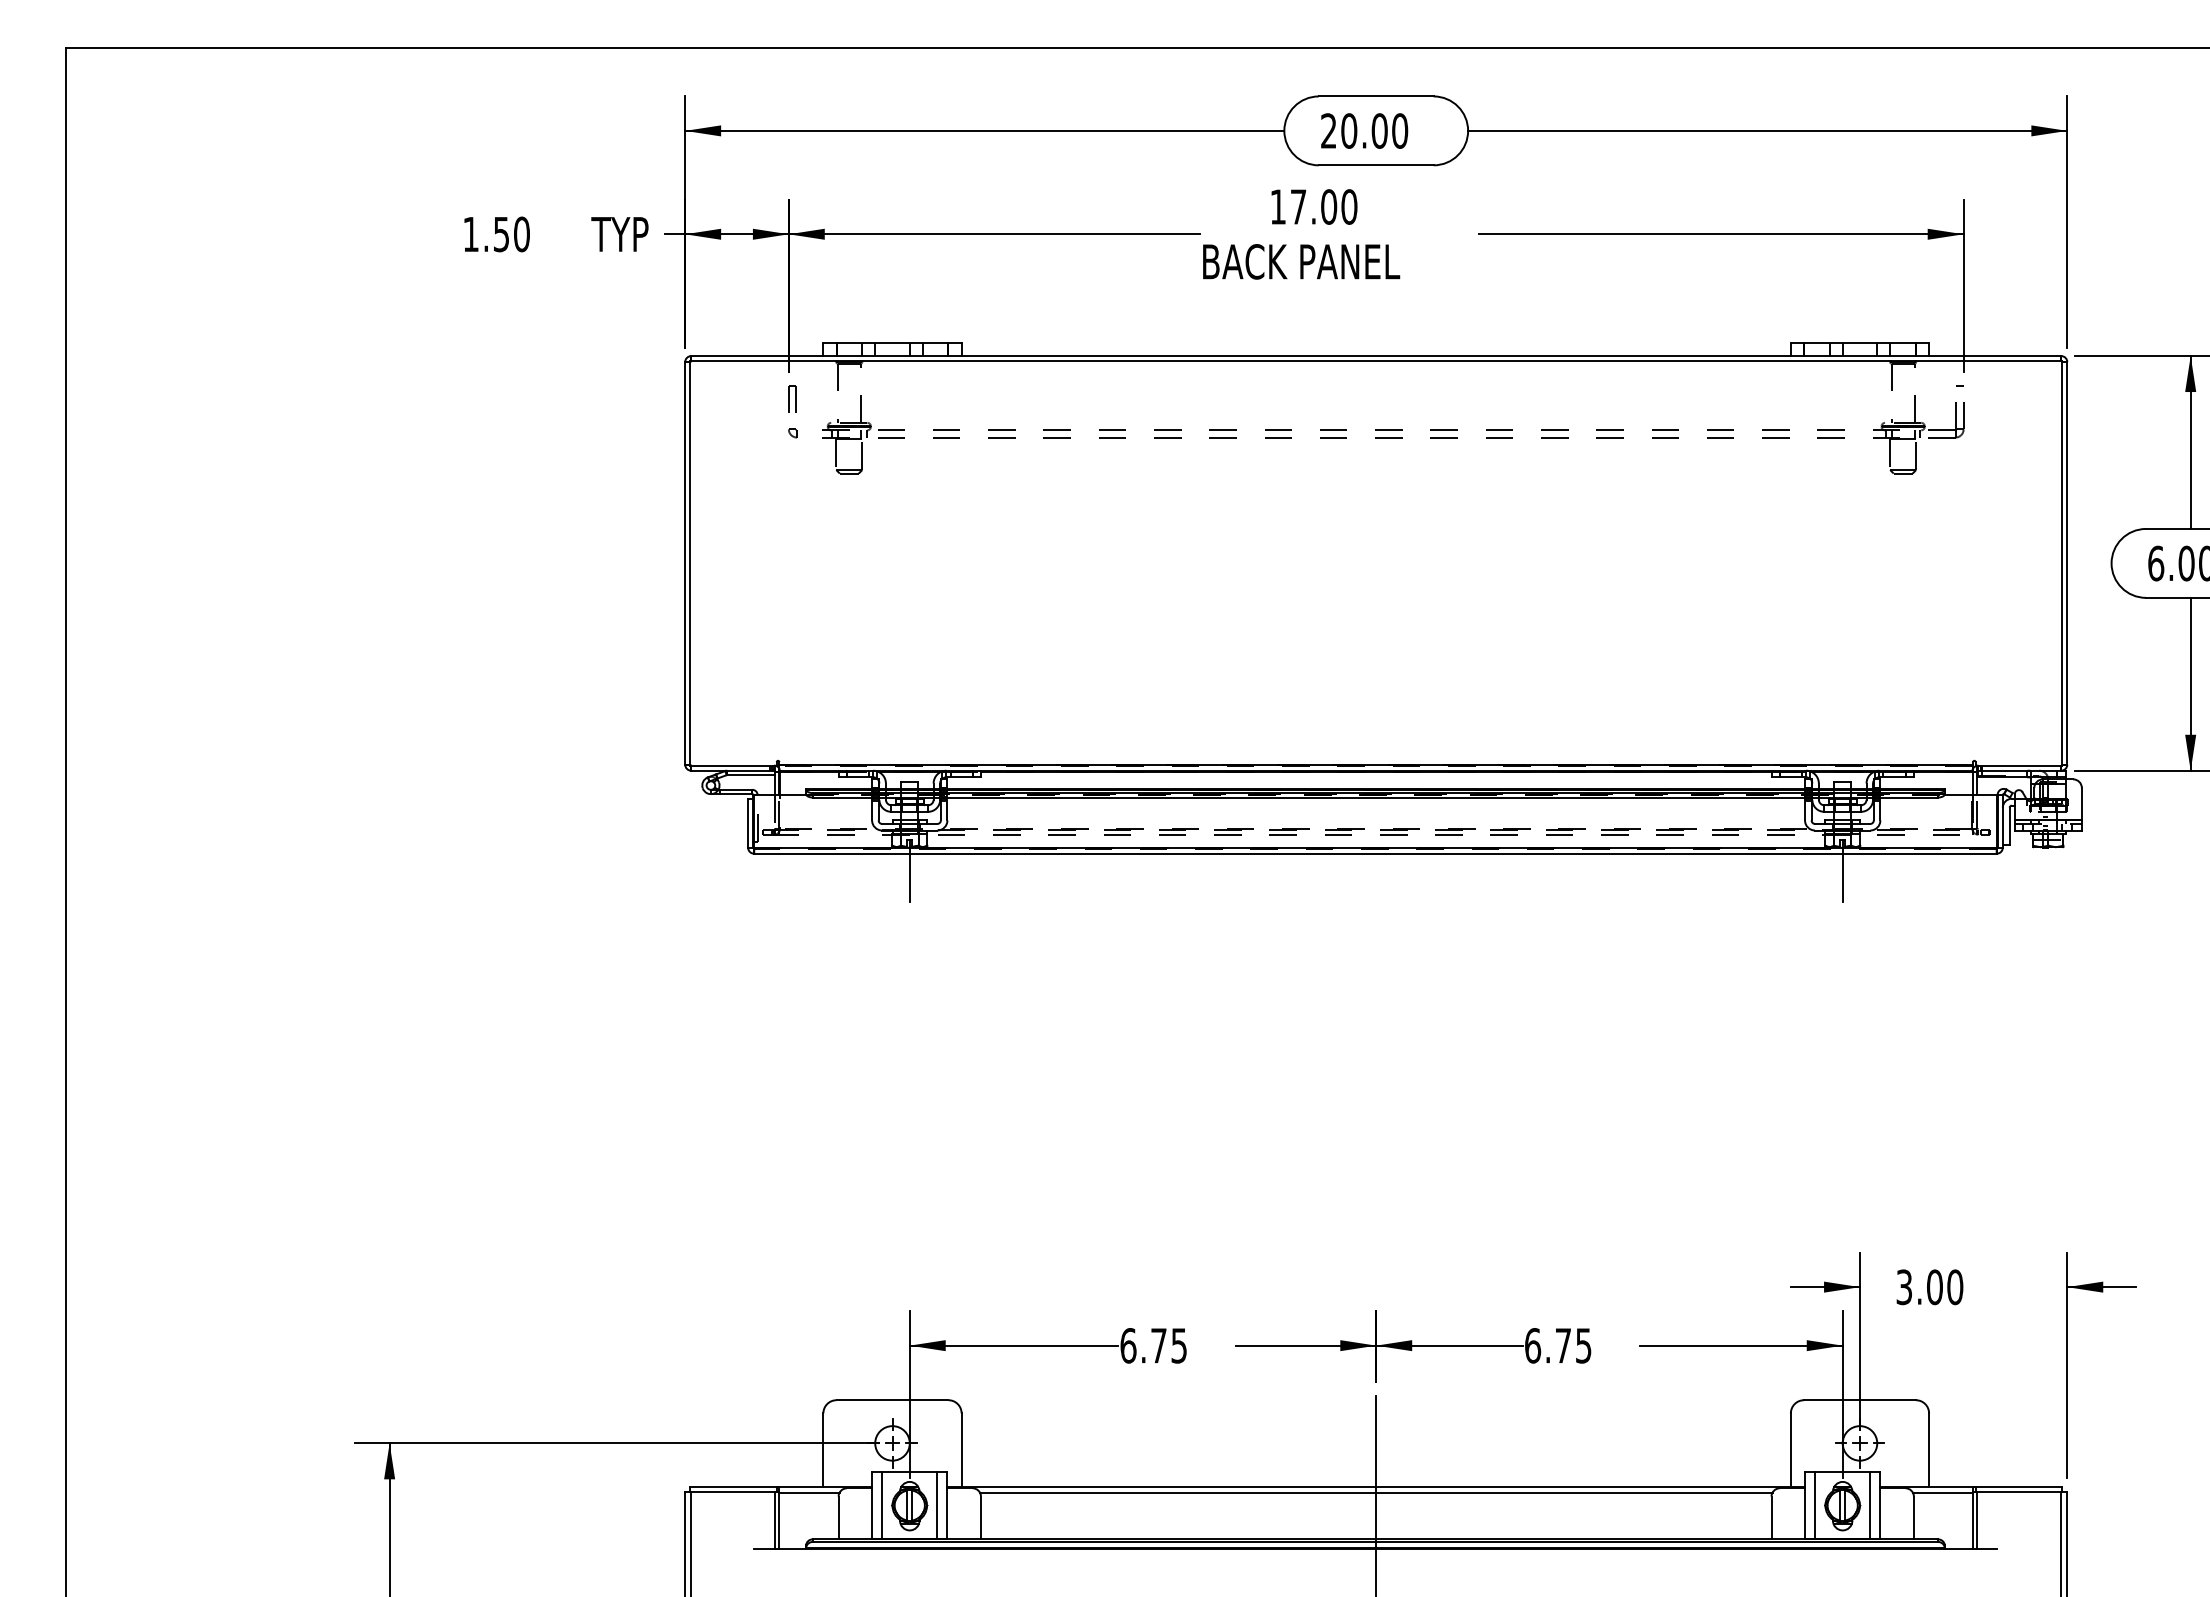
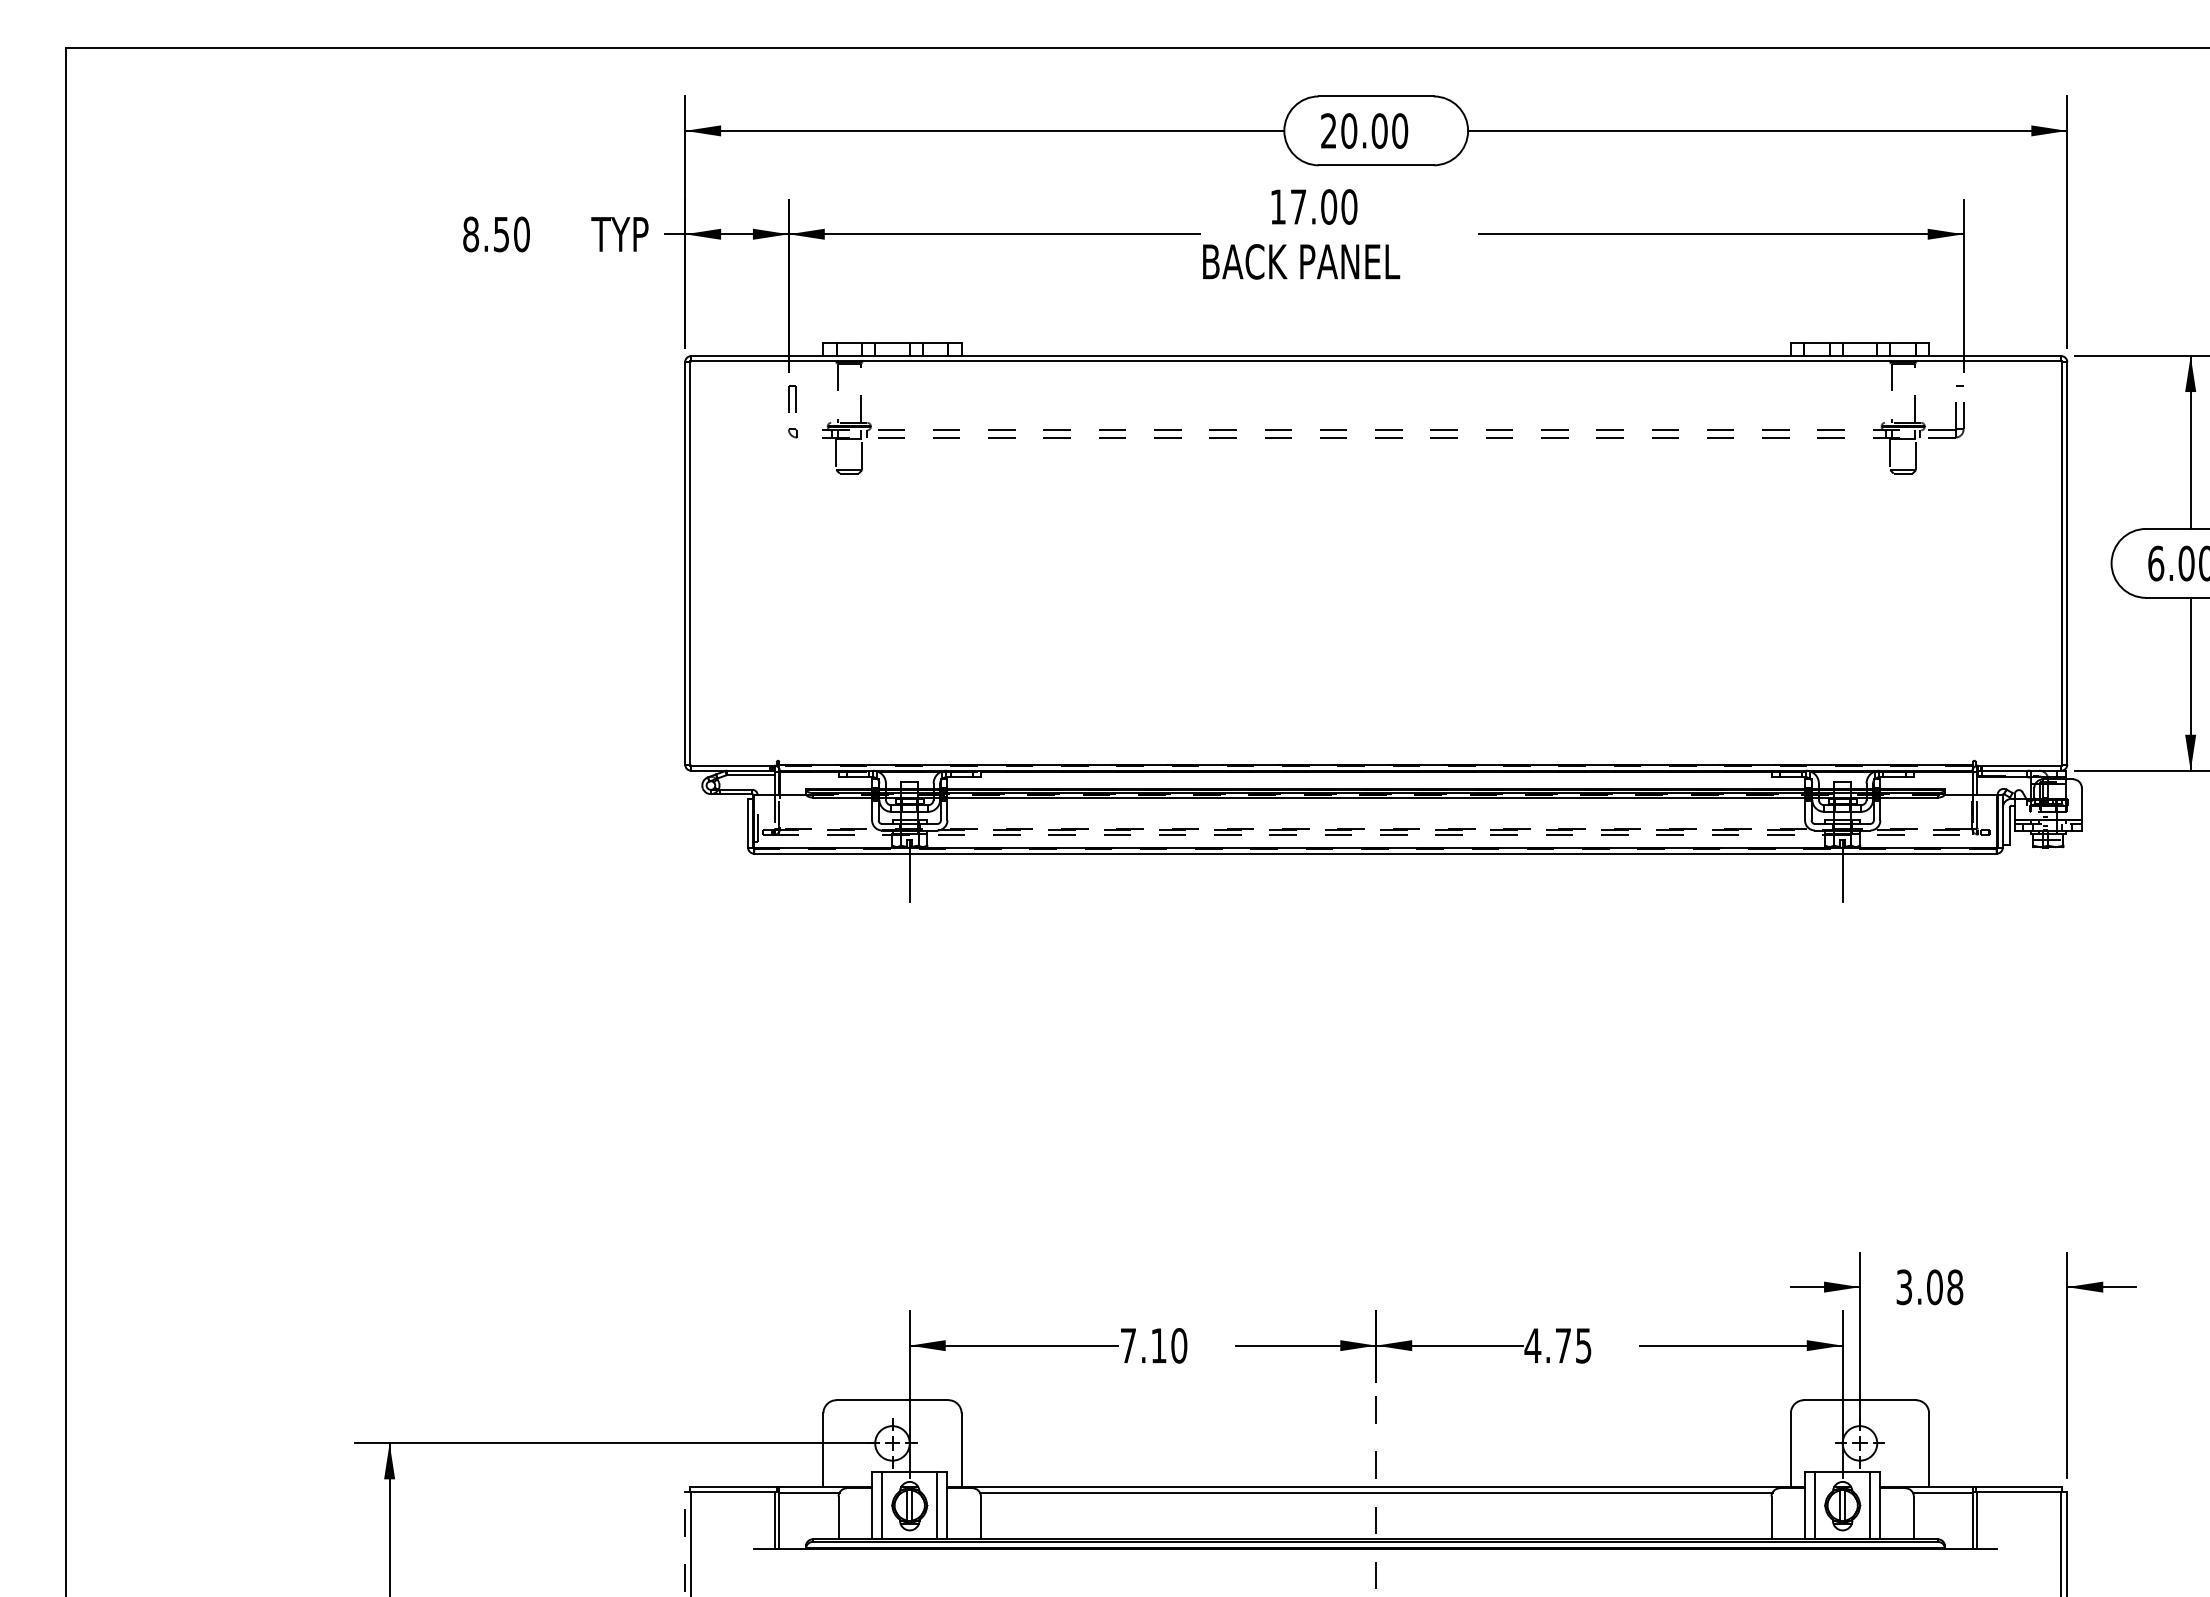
text at (471, 234): 1.50 -> 8.50
text at (1955, 1286): 3.00 -> 3.08
text at (1153, 1345): 6.75 -> 7.10
text at (1532, 1345): 6.75 -> 4.75
line at (1376, 1496): solid -> dashed
line at (685, 1543): solid -> dashed
